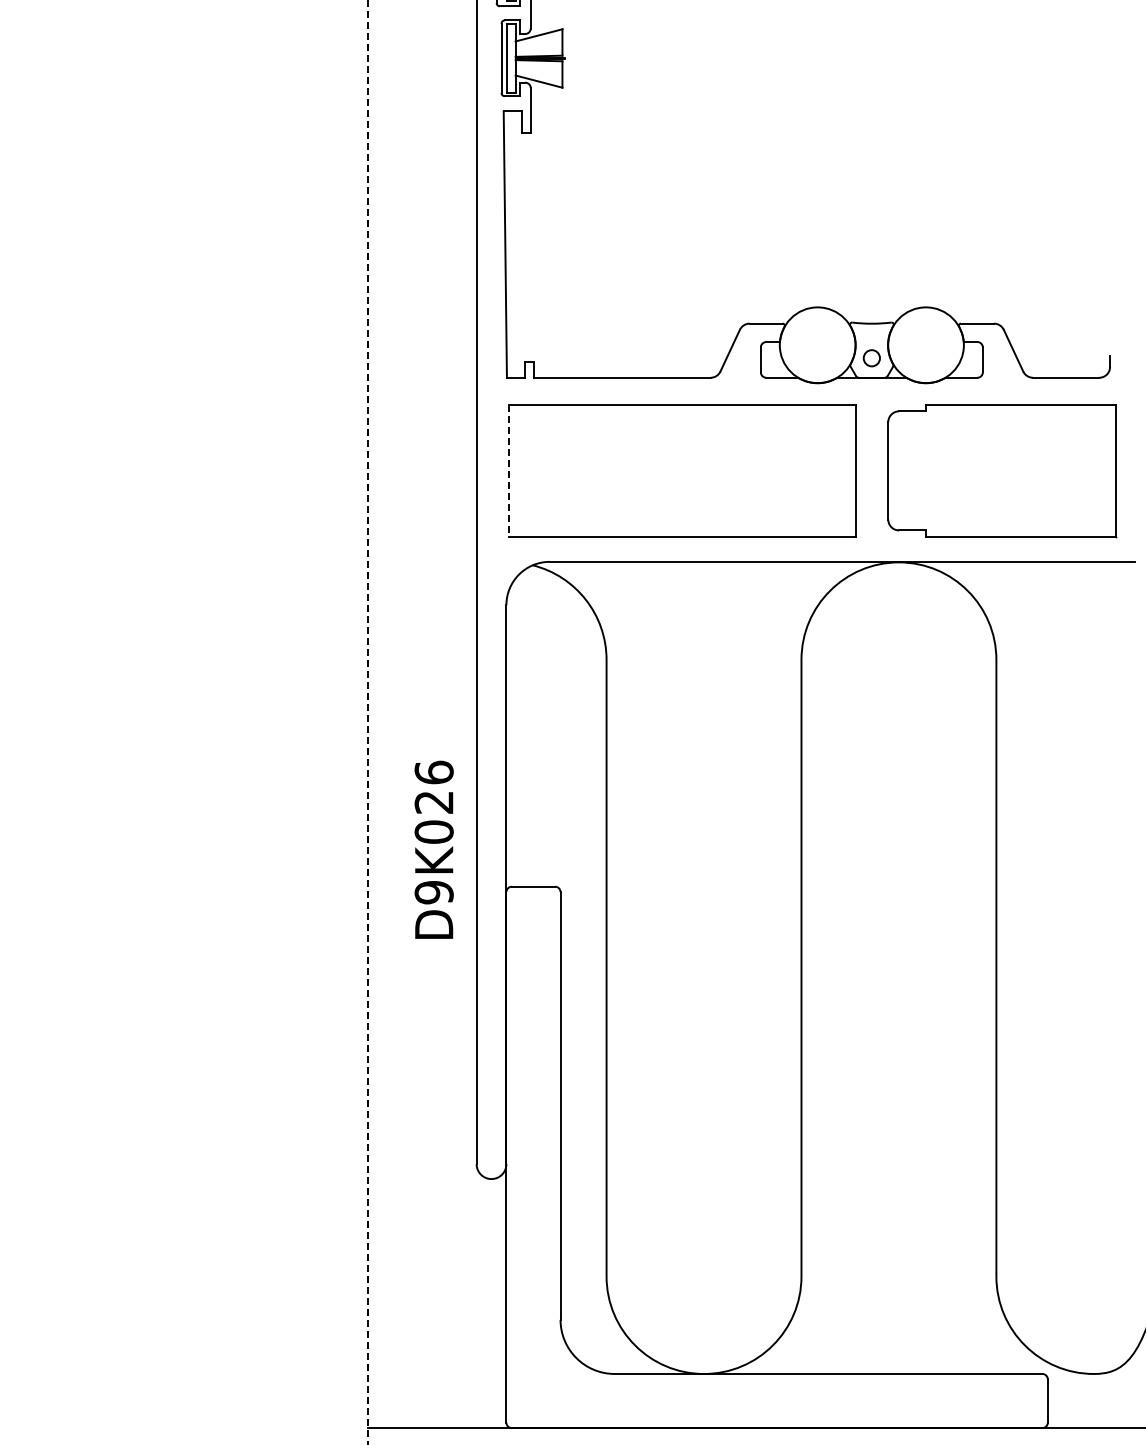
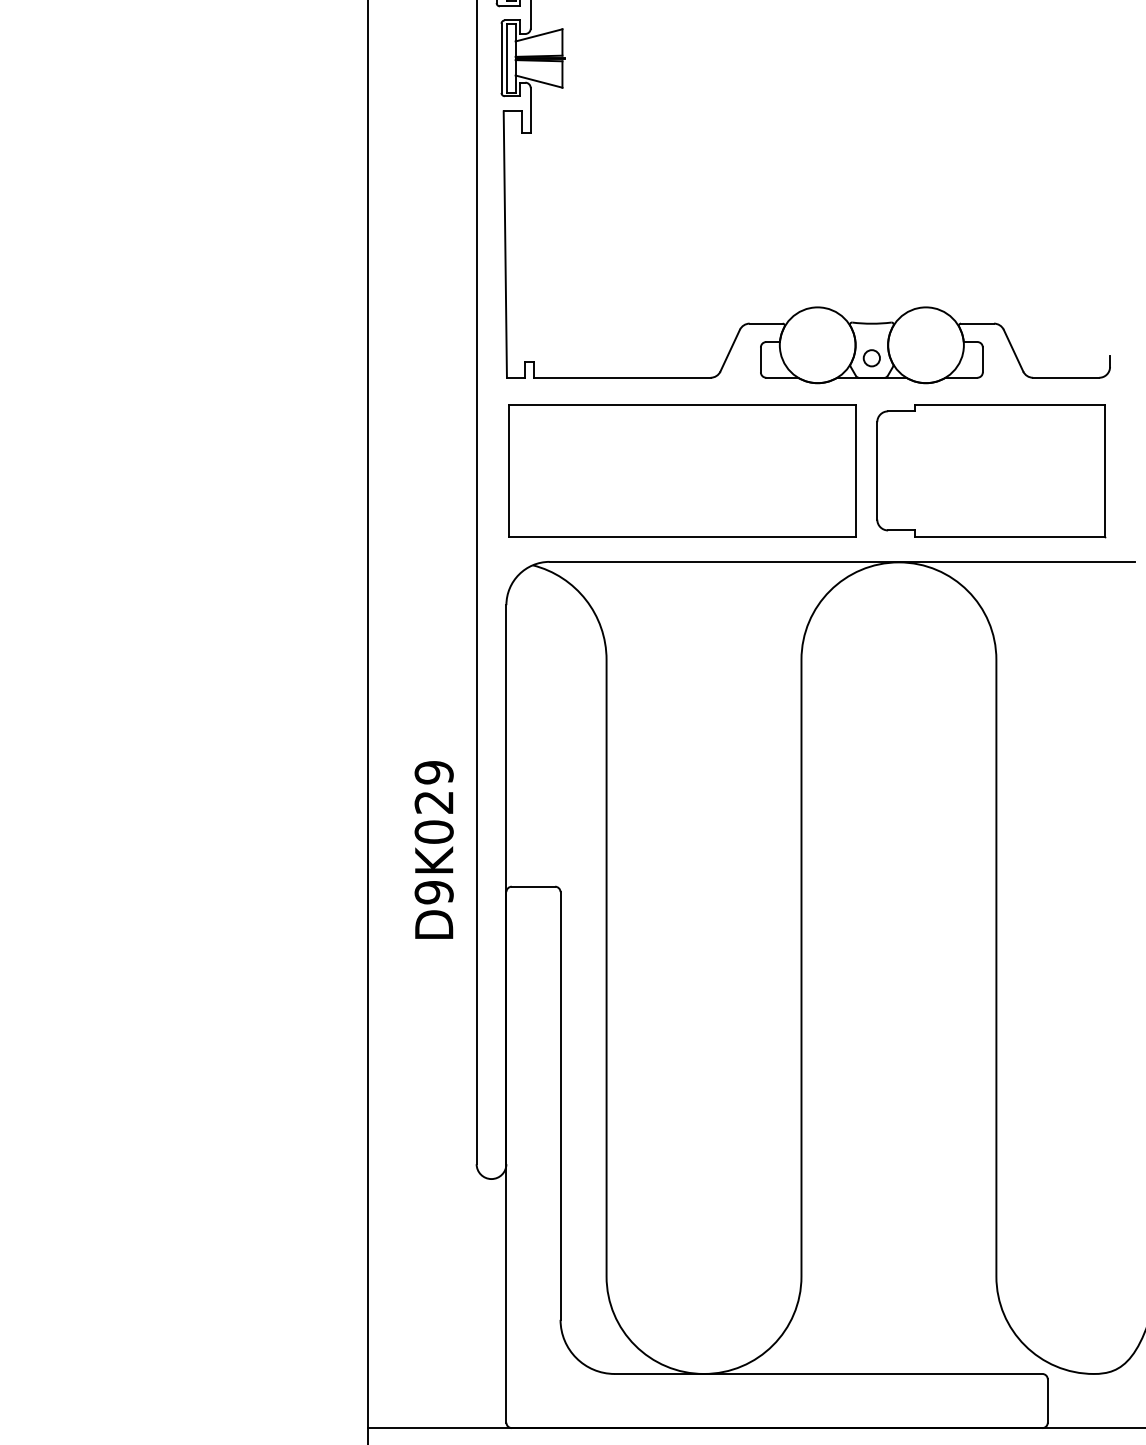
line at (509, 471): dashed -> solid
part at (1002, 471) position: (1002, 471) -> (991, 471)
line at (368, 722): dashed -> solid
text at (433, 772): D9K026 -> D9K029
